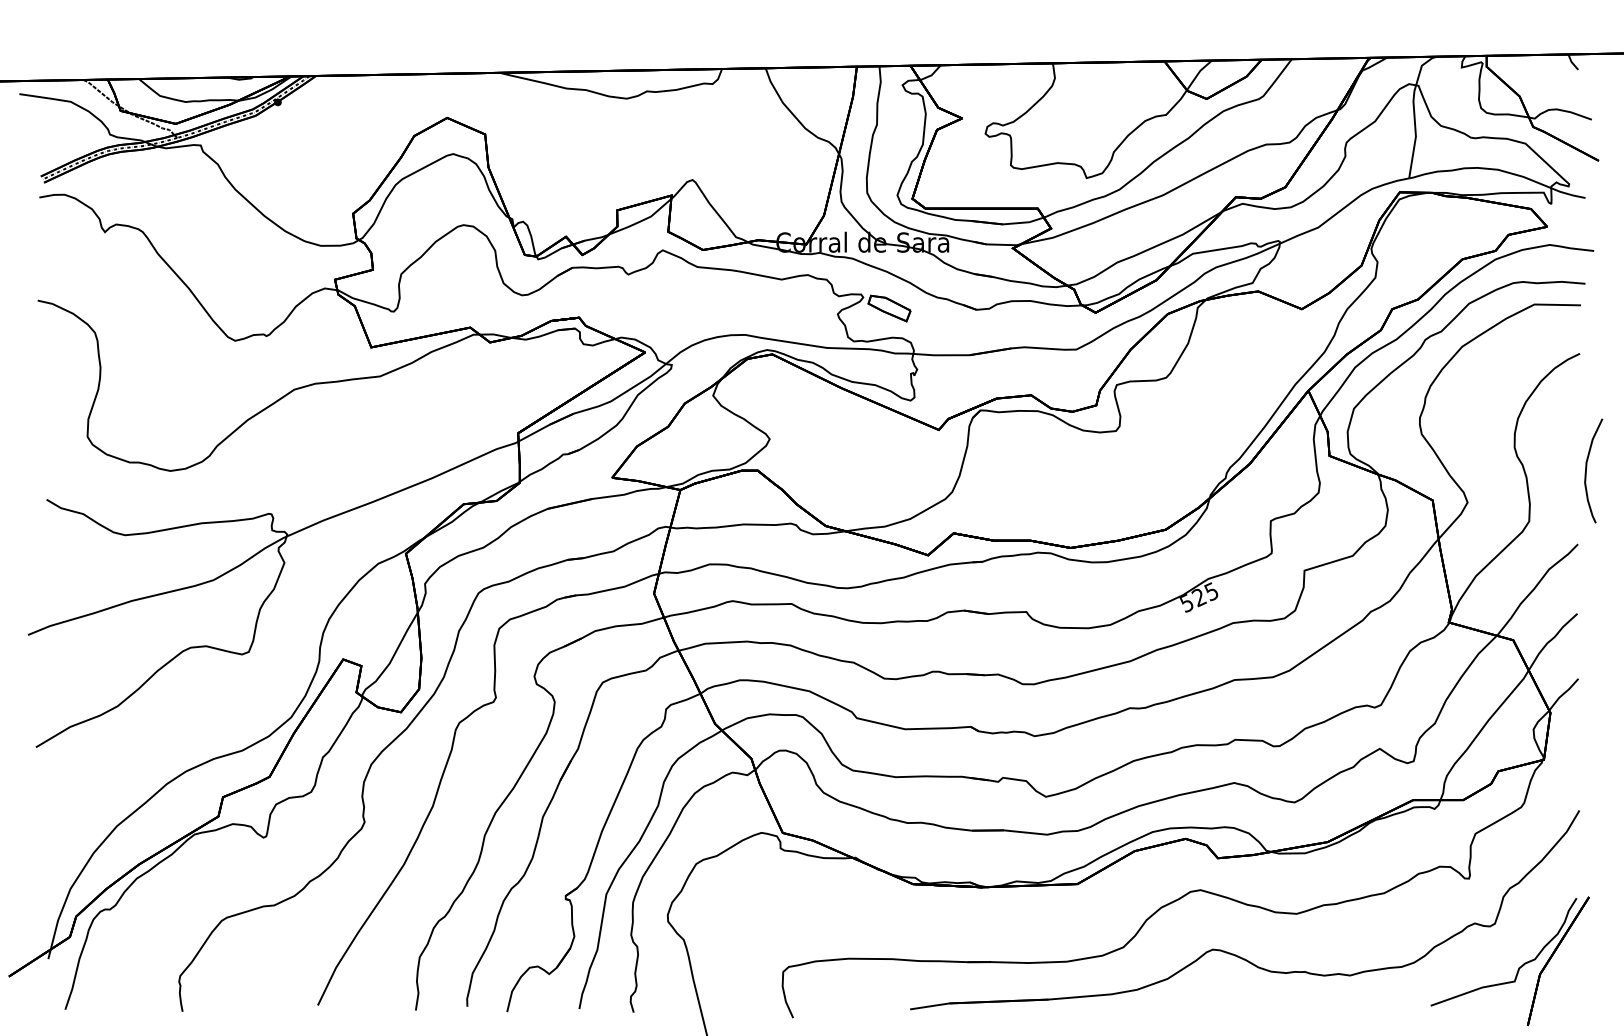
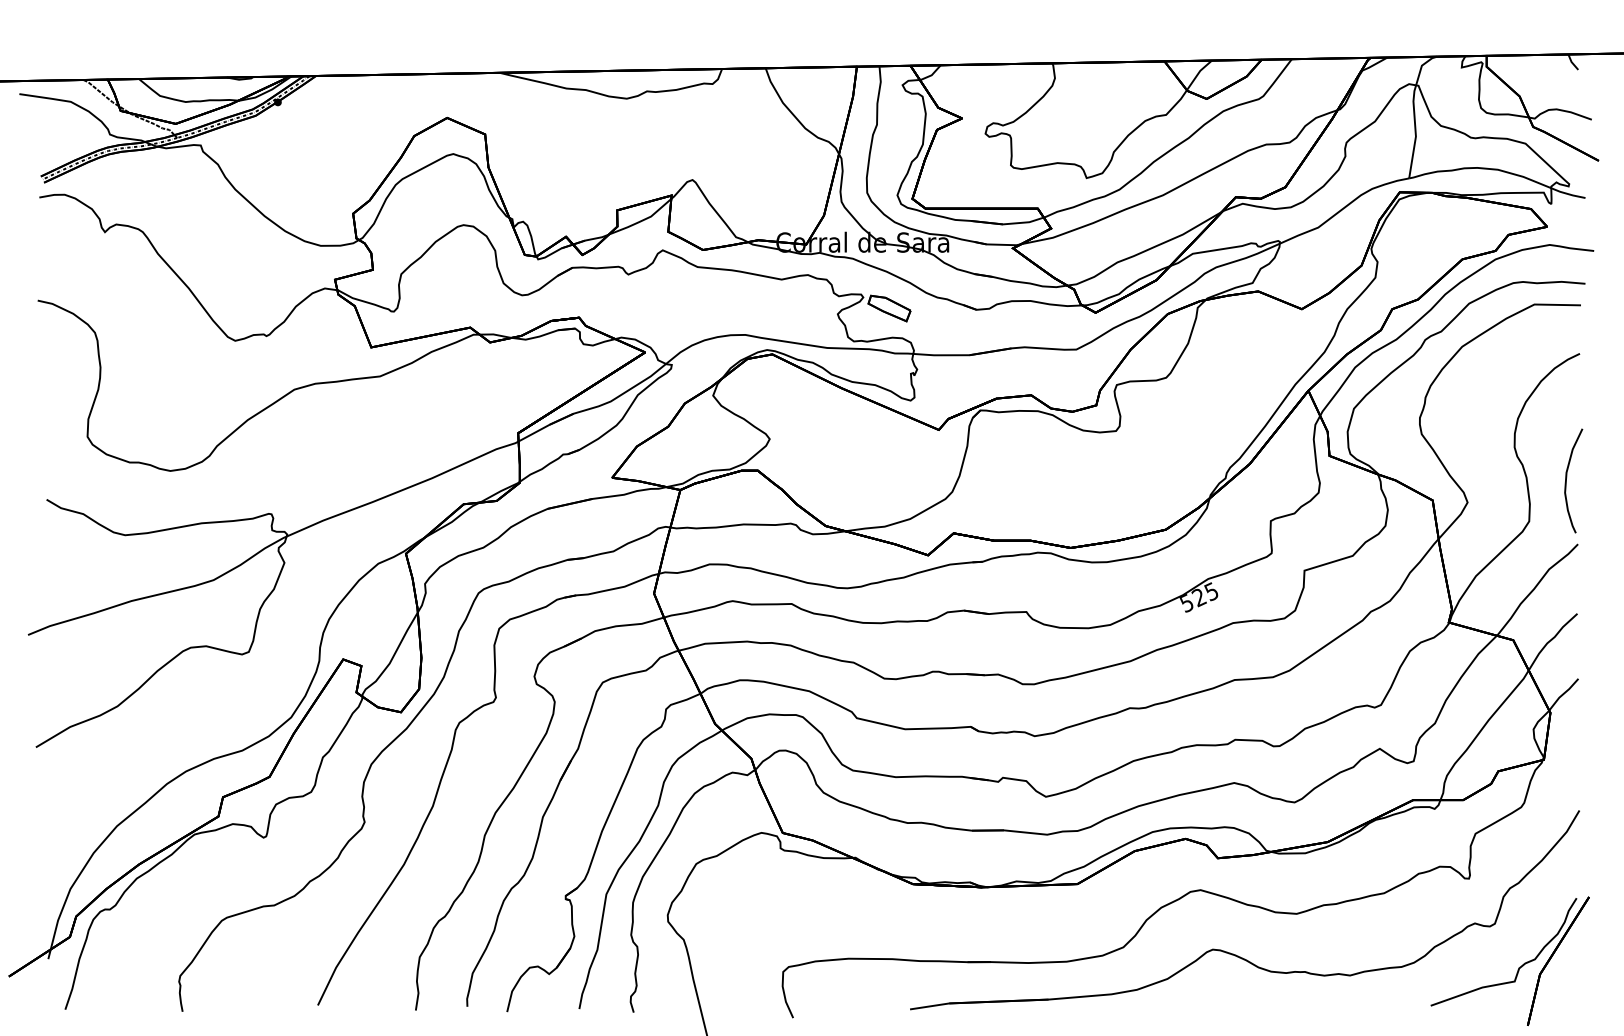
curve at (1587, 467) position: (1587, 467) -> (1567, 477)
